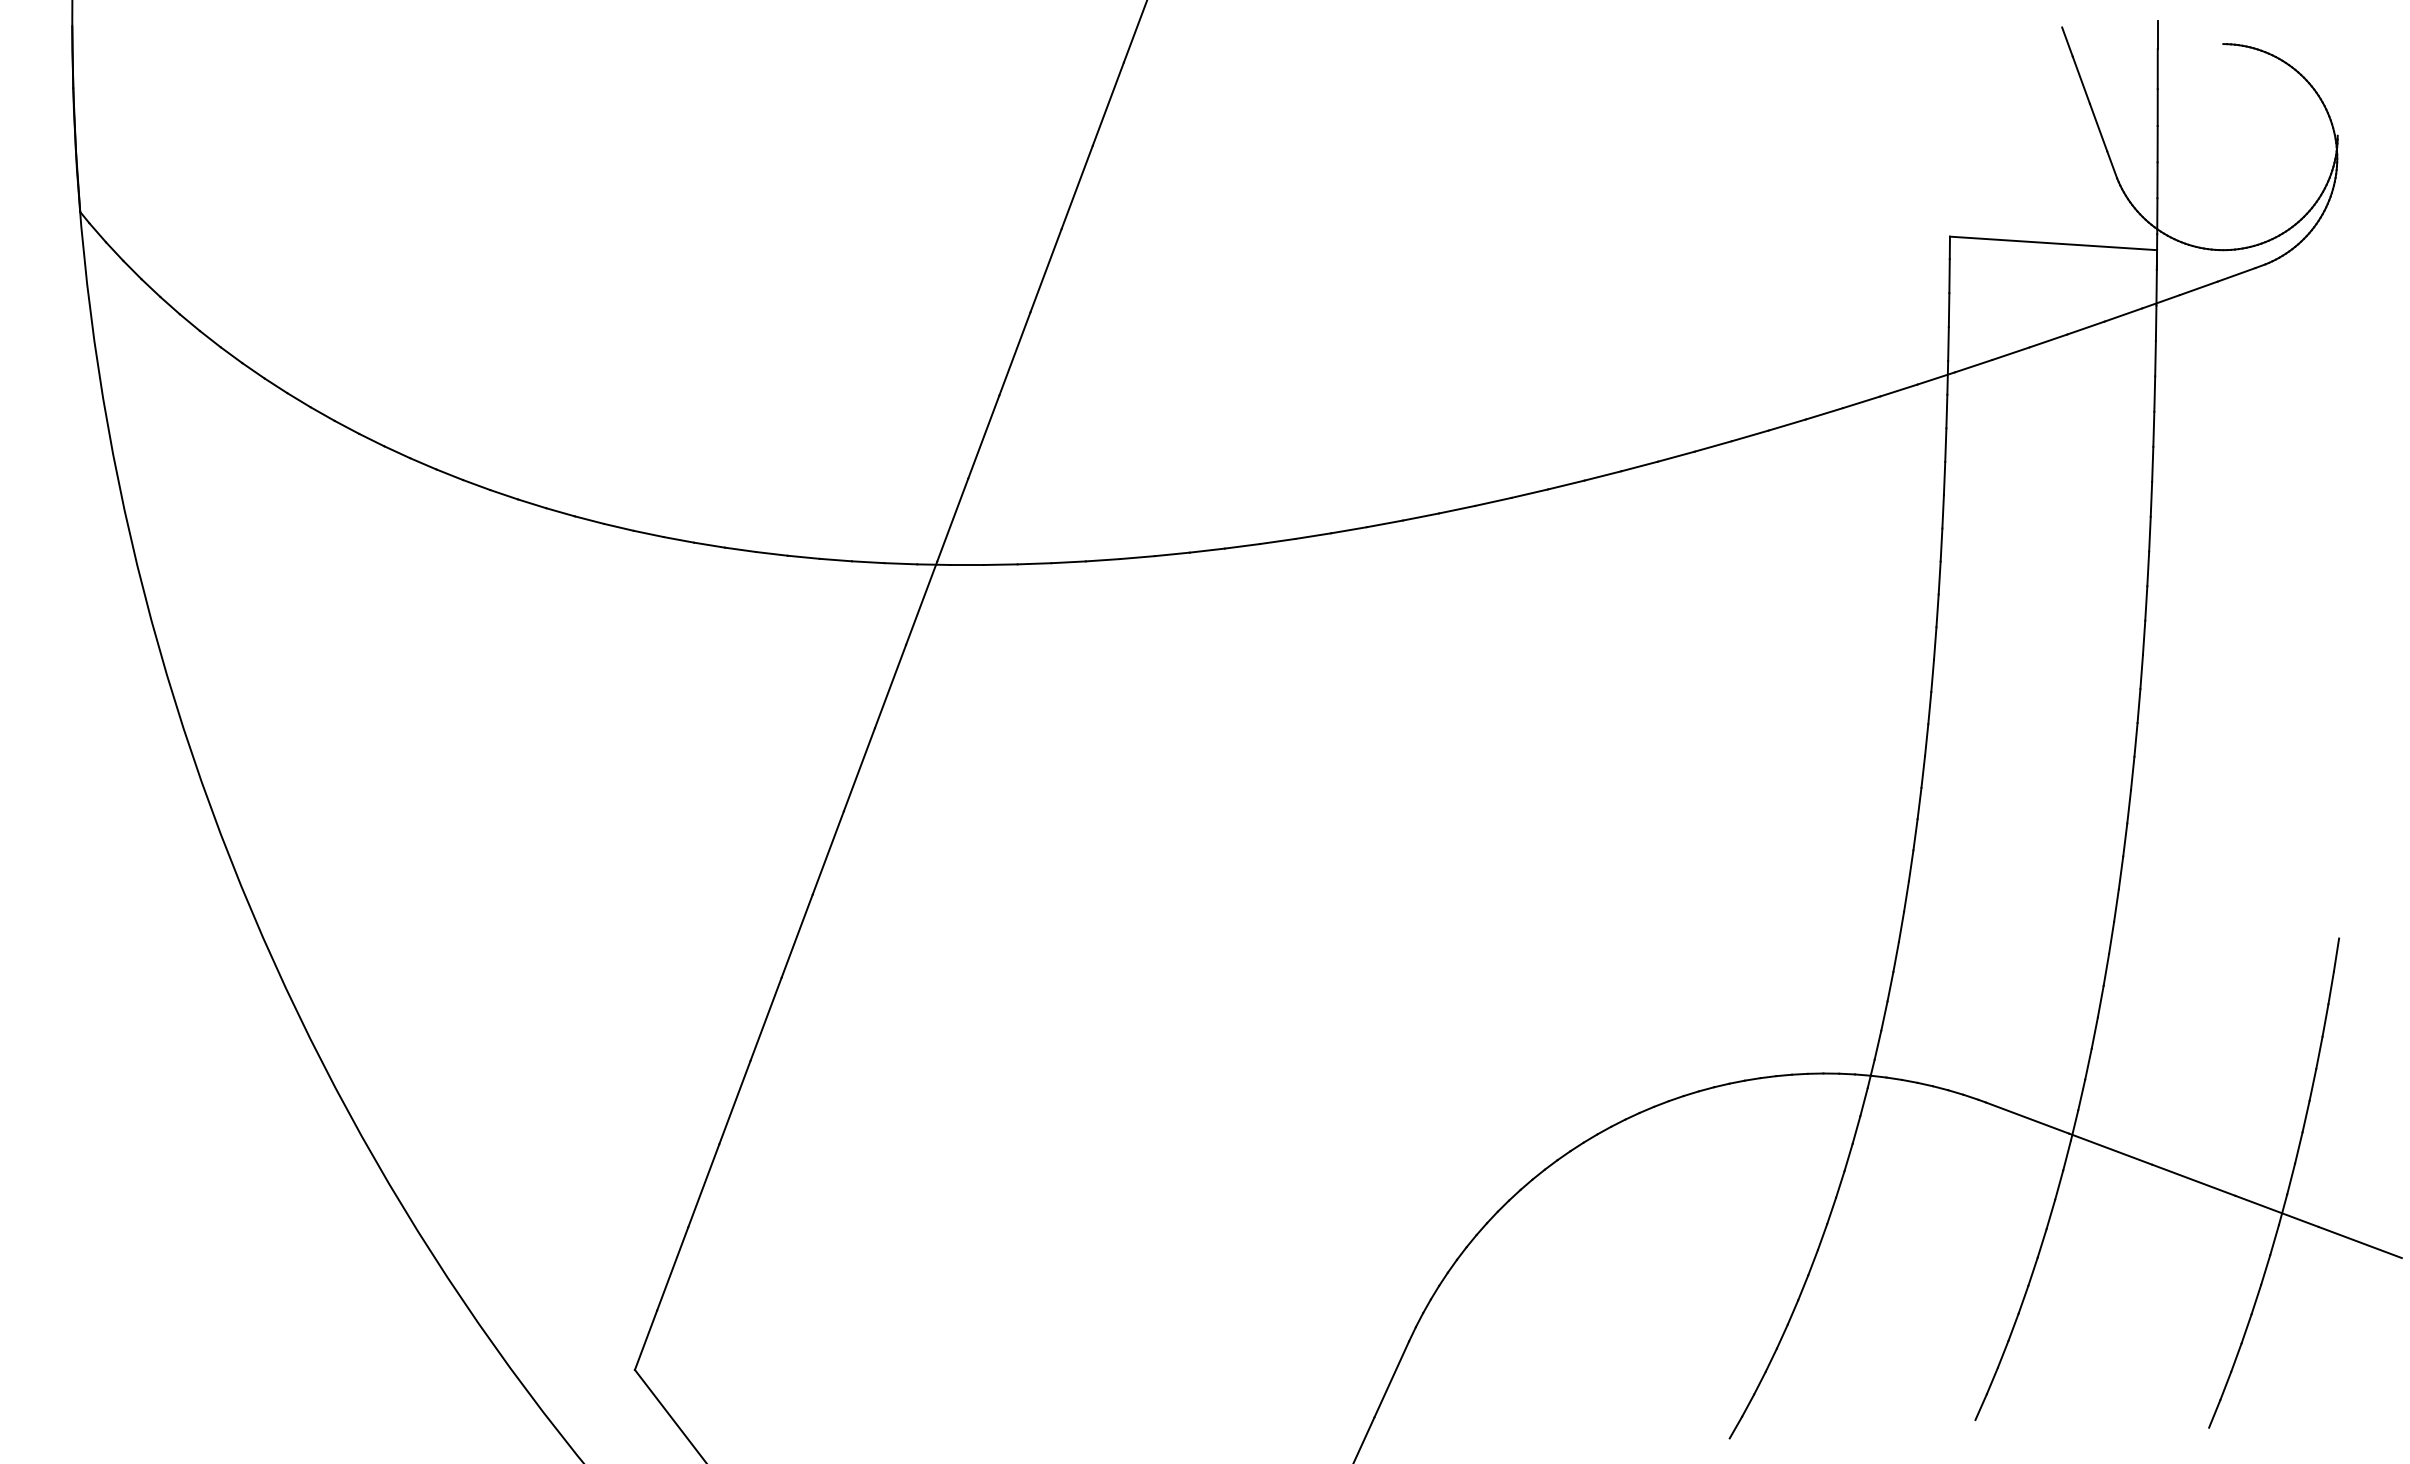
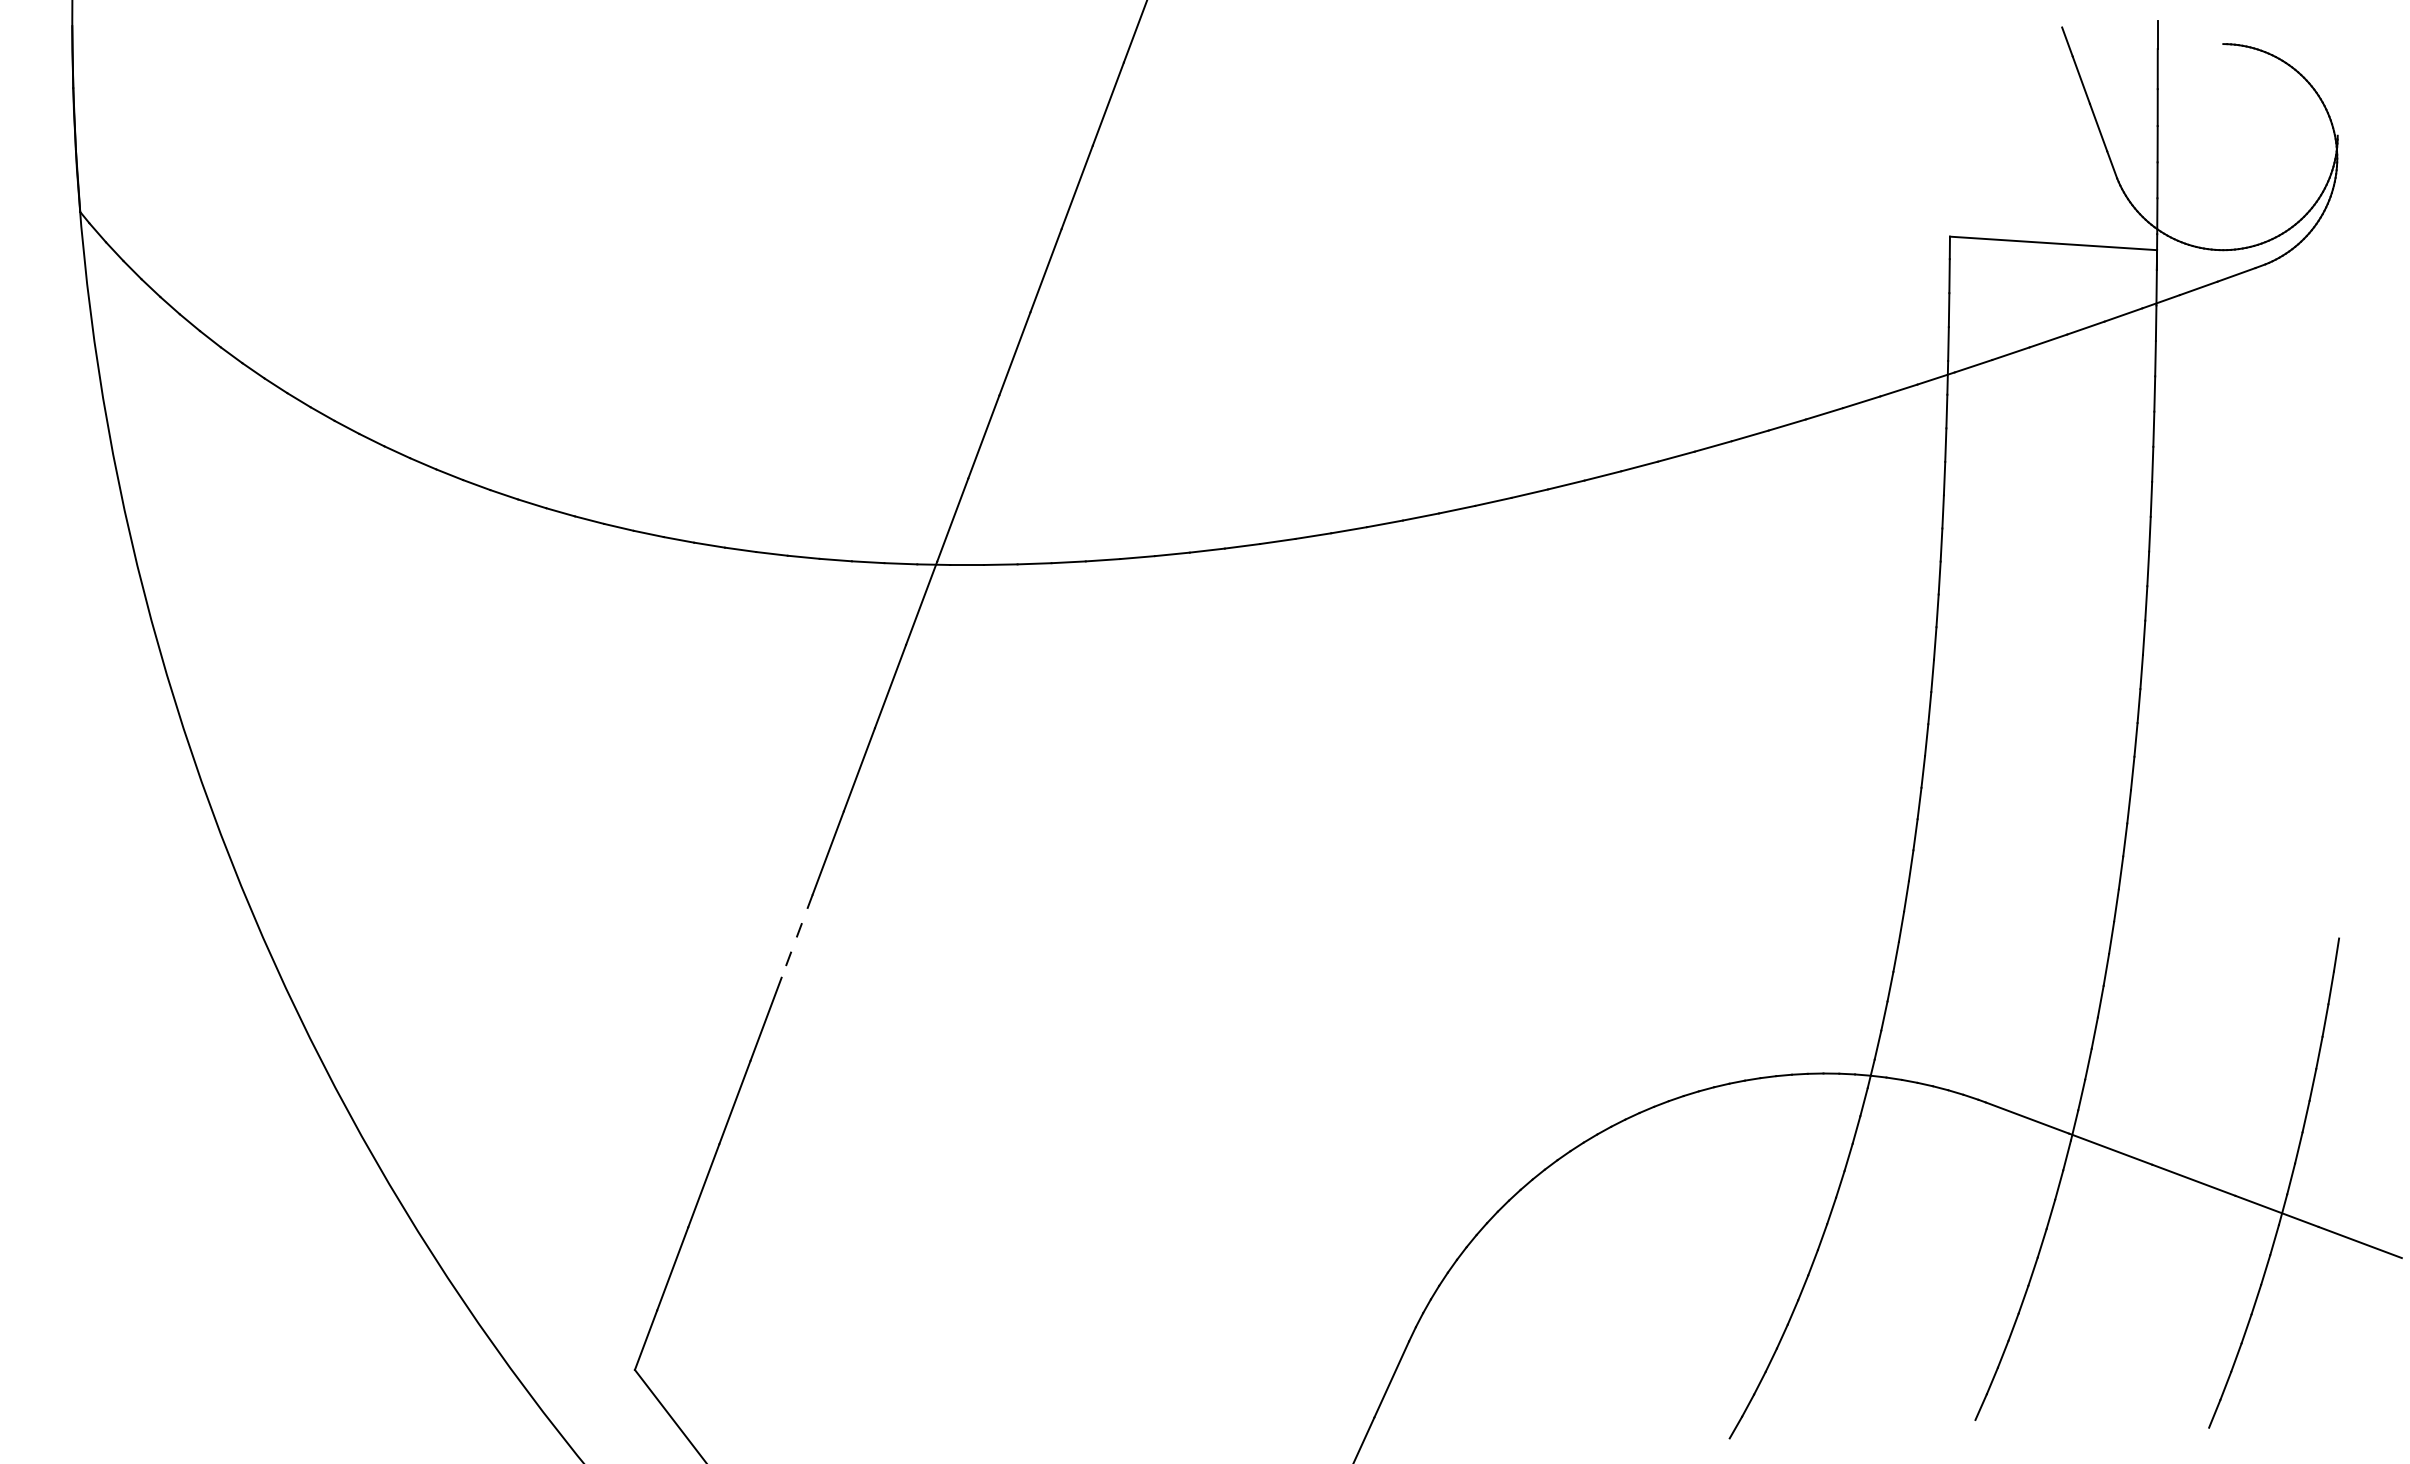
line at (797, 936): solid -> dashed
